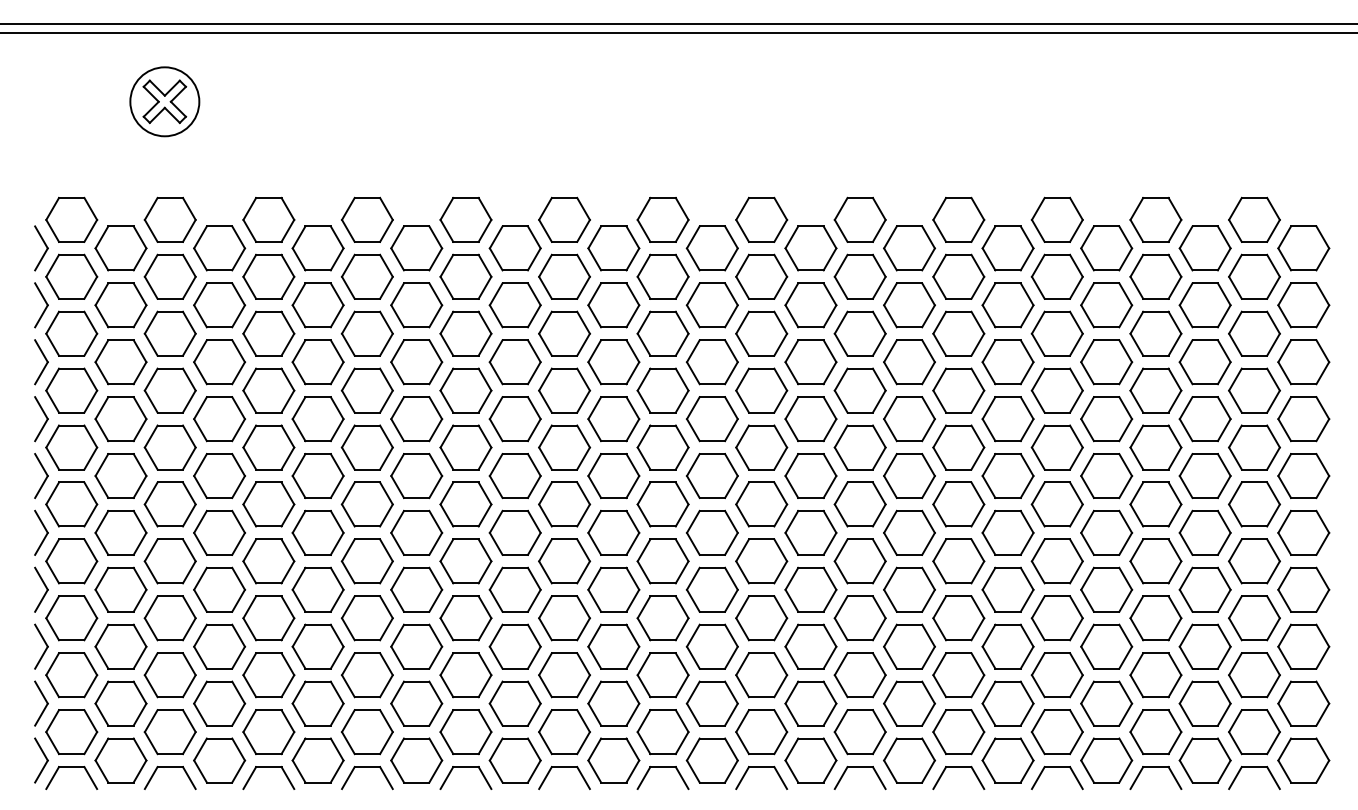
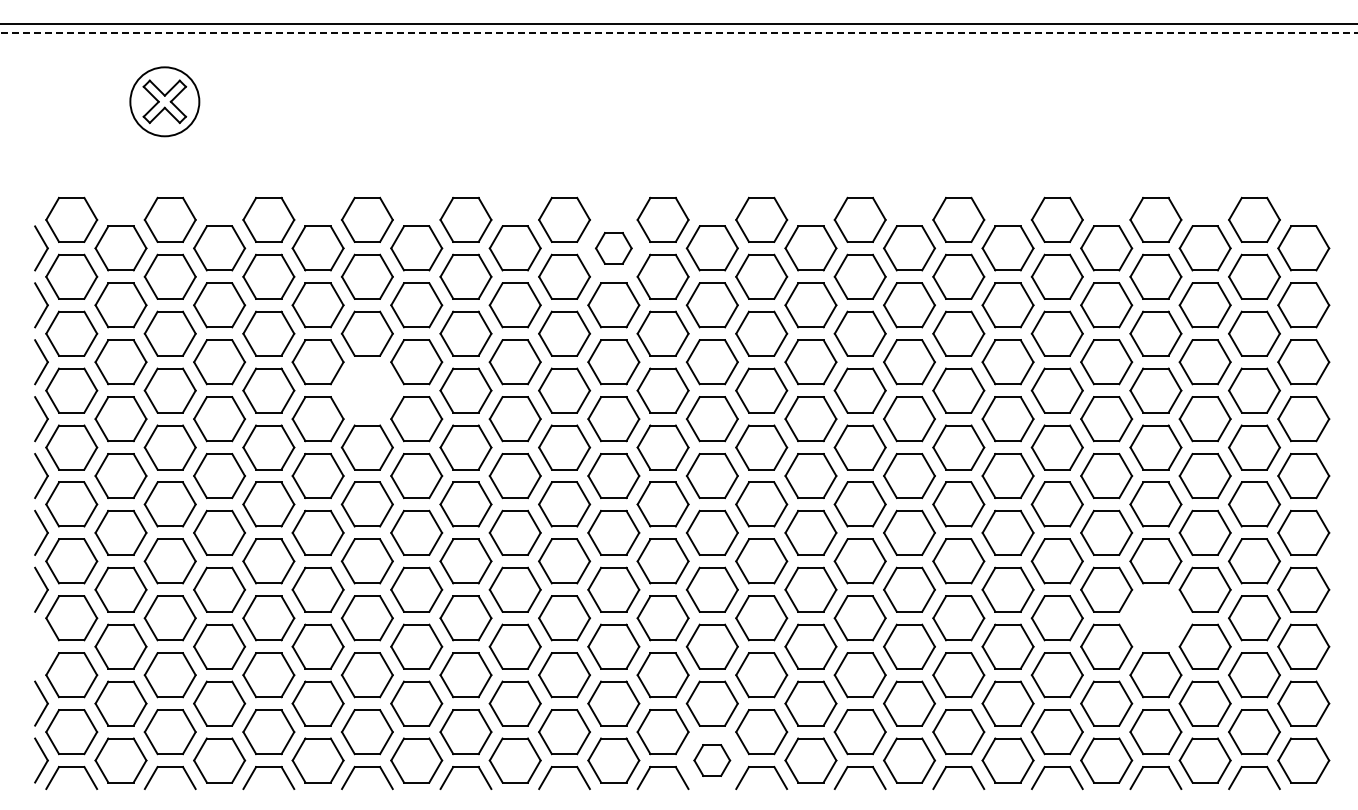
line at (679, 32): solid -> dashed
part at (613, 248) size: 54x47 px -> 38x33 px
part at (366, 390): present -> none
part at (1155, 618): present -> none
part at (41, 646): present -> none
part at (711, 760) size: 54x47 px -> 39x33 px
